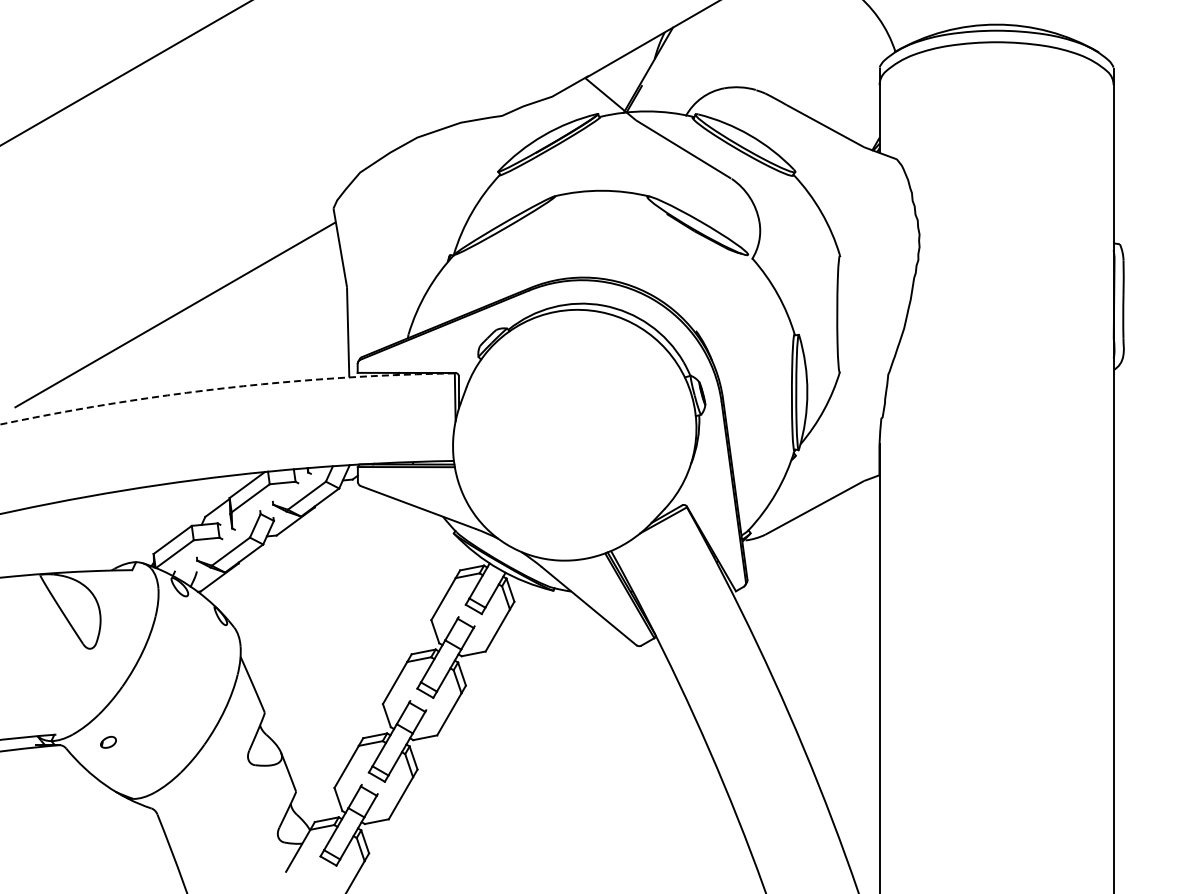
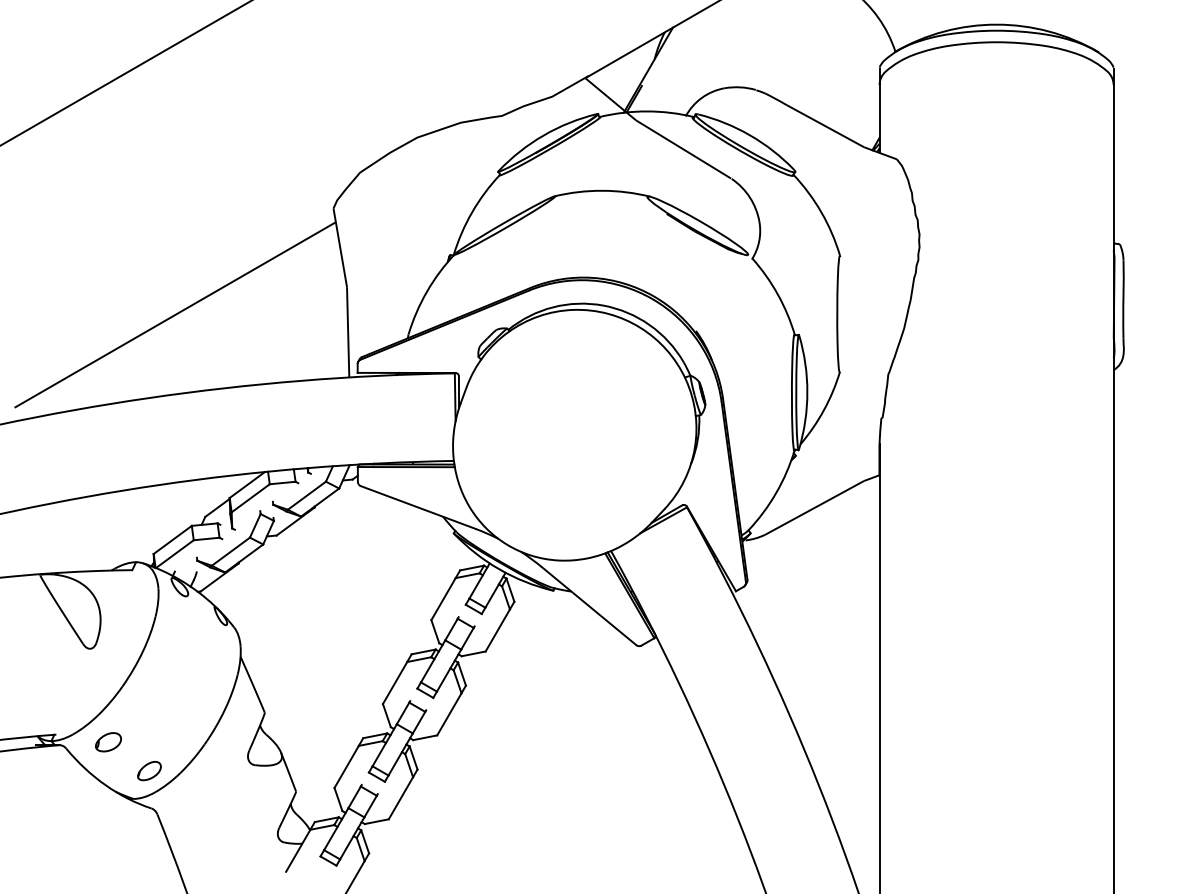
arc at (225, 388): dashed -> solid
part at (108, 741) size: 17x14 px -> 27x21 px
part at (149, 771): none -> present
